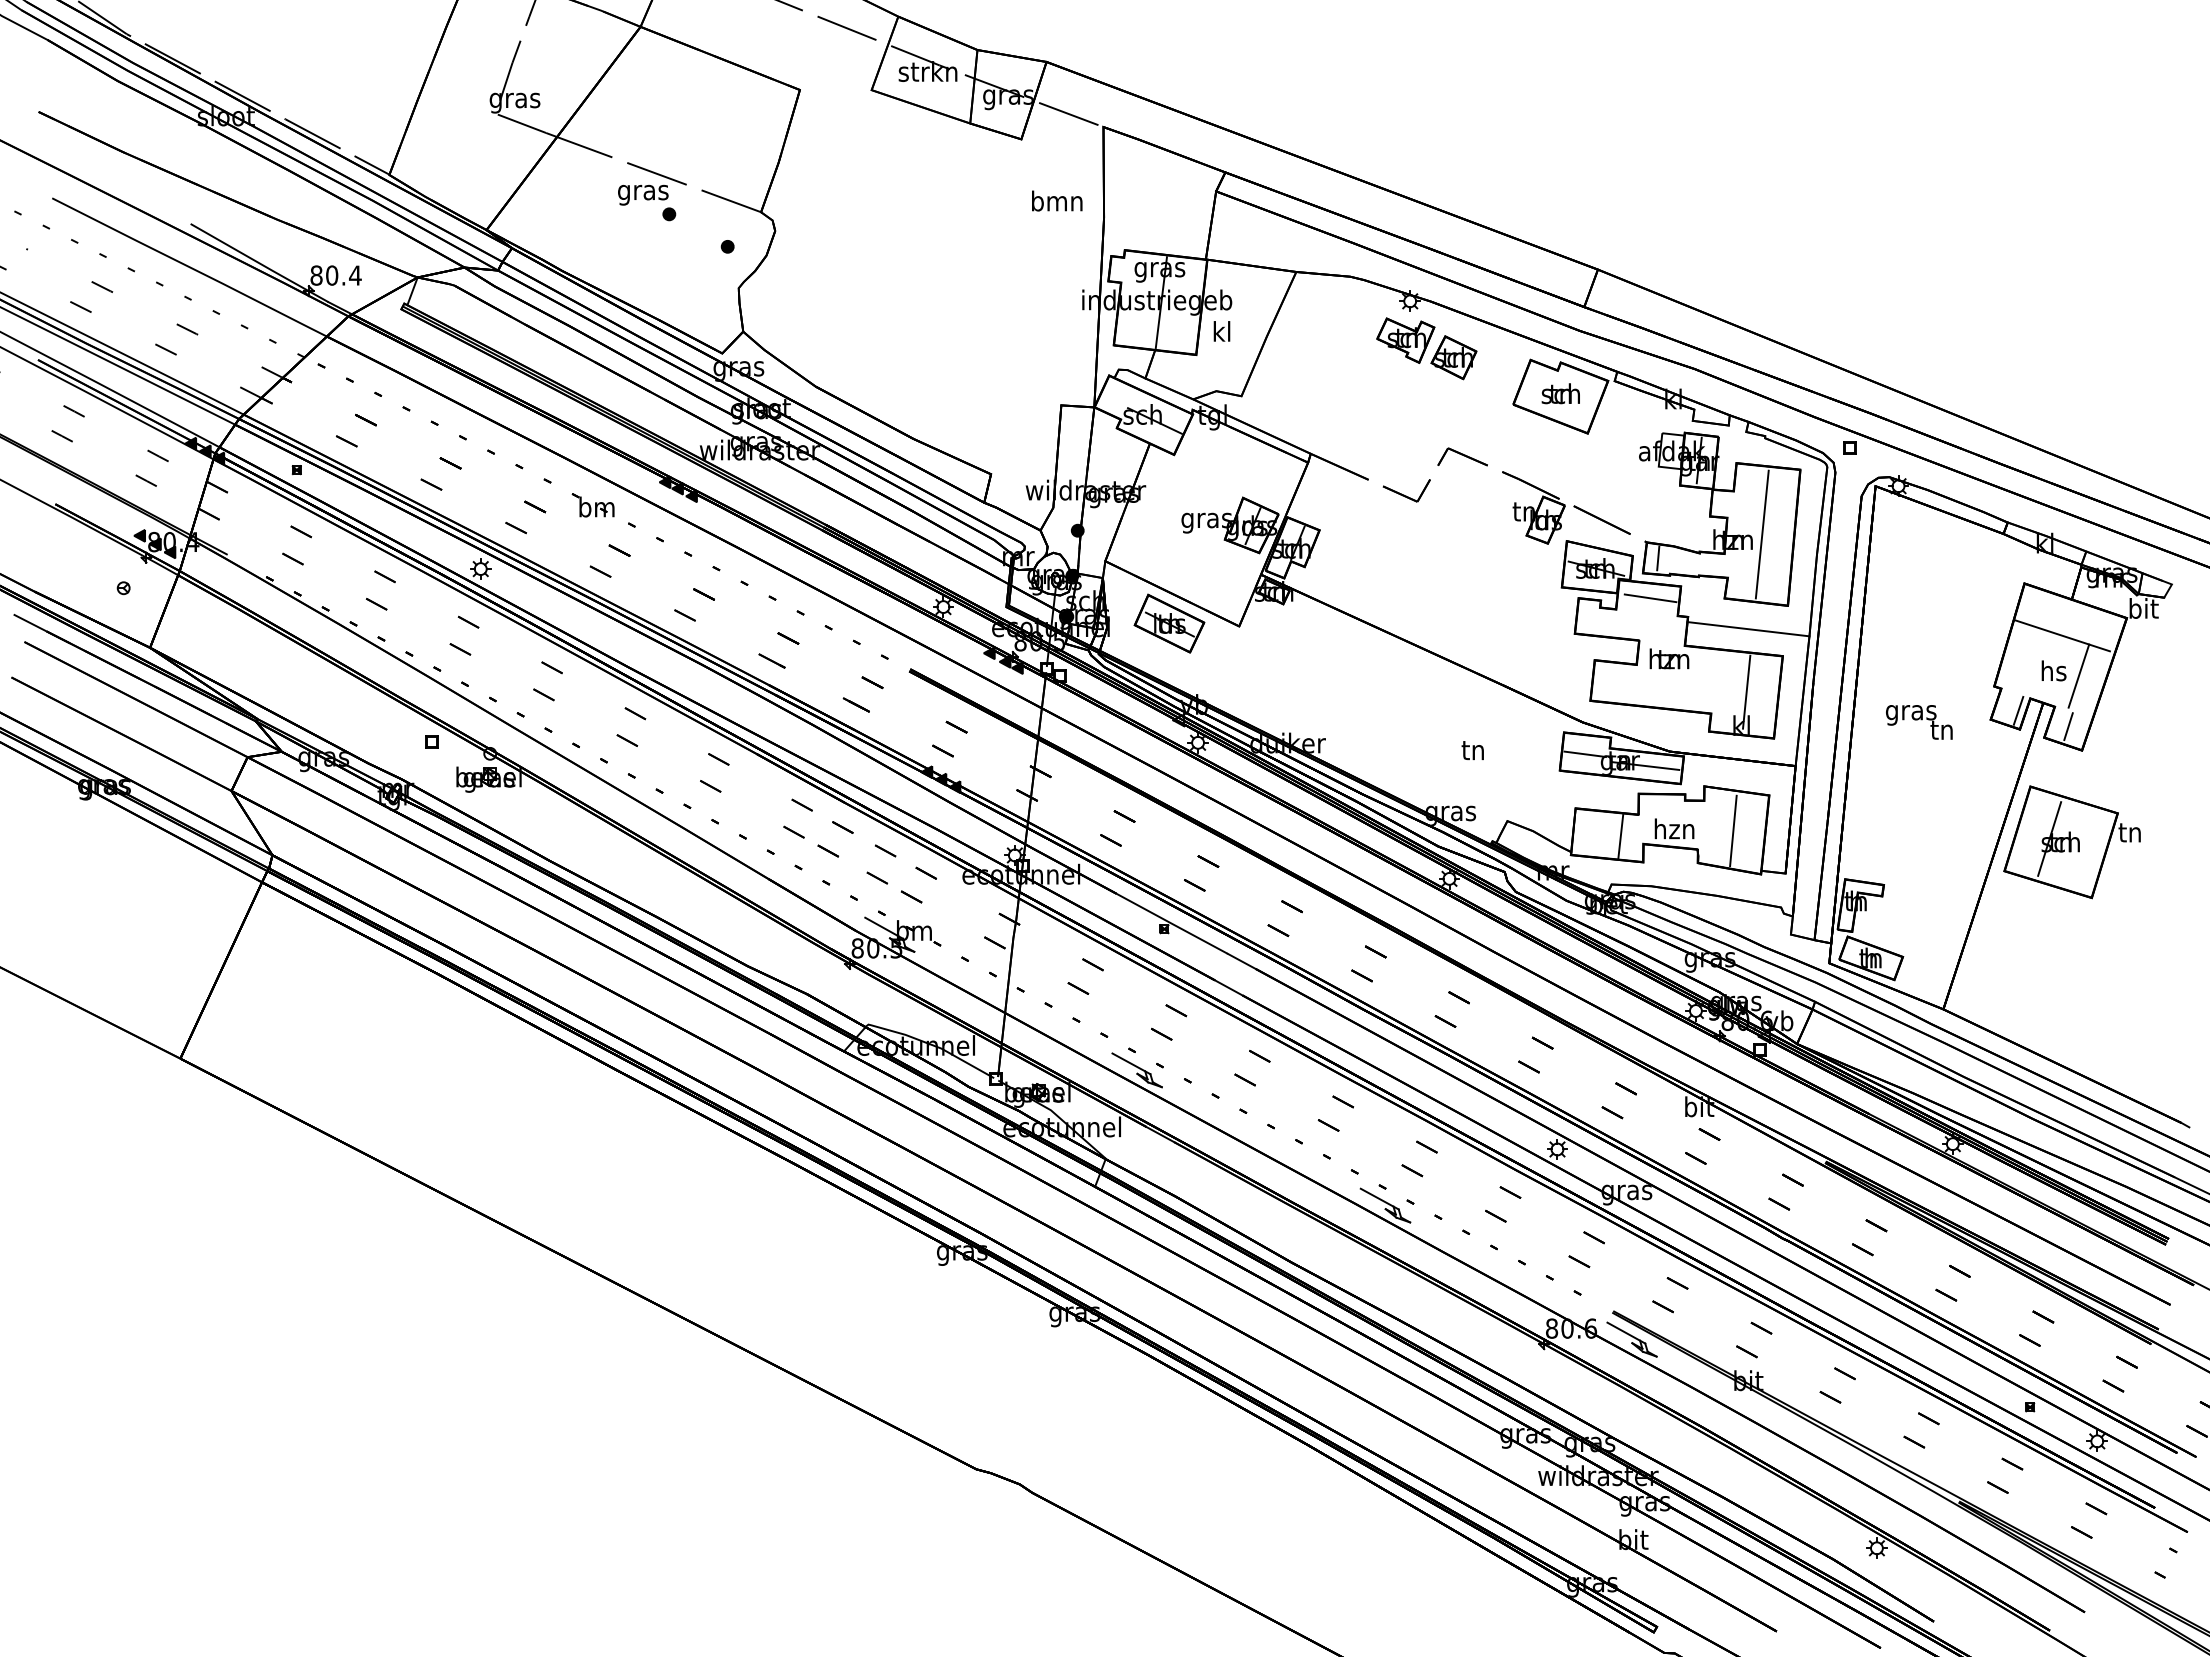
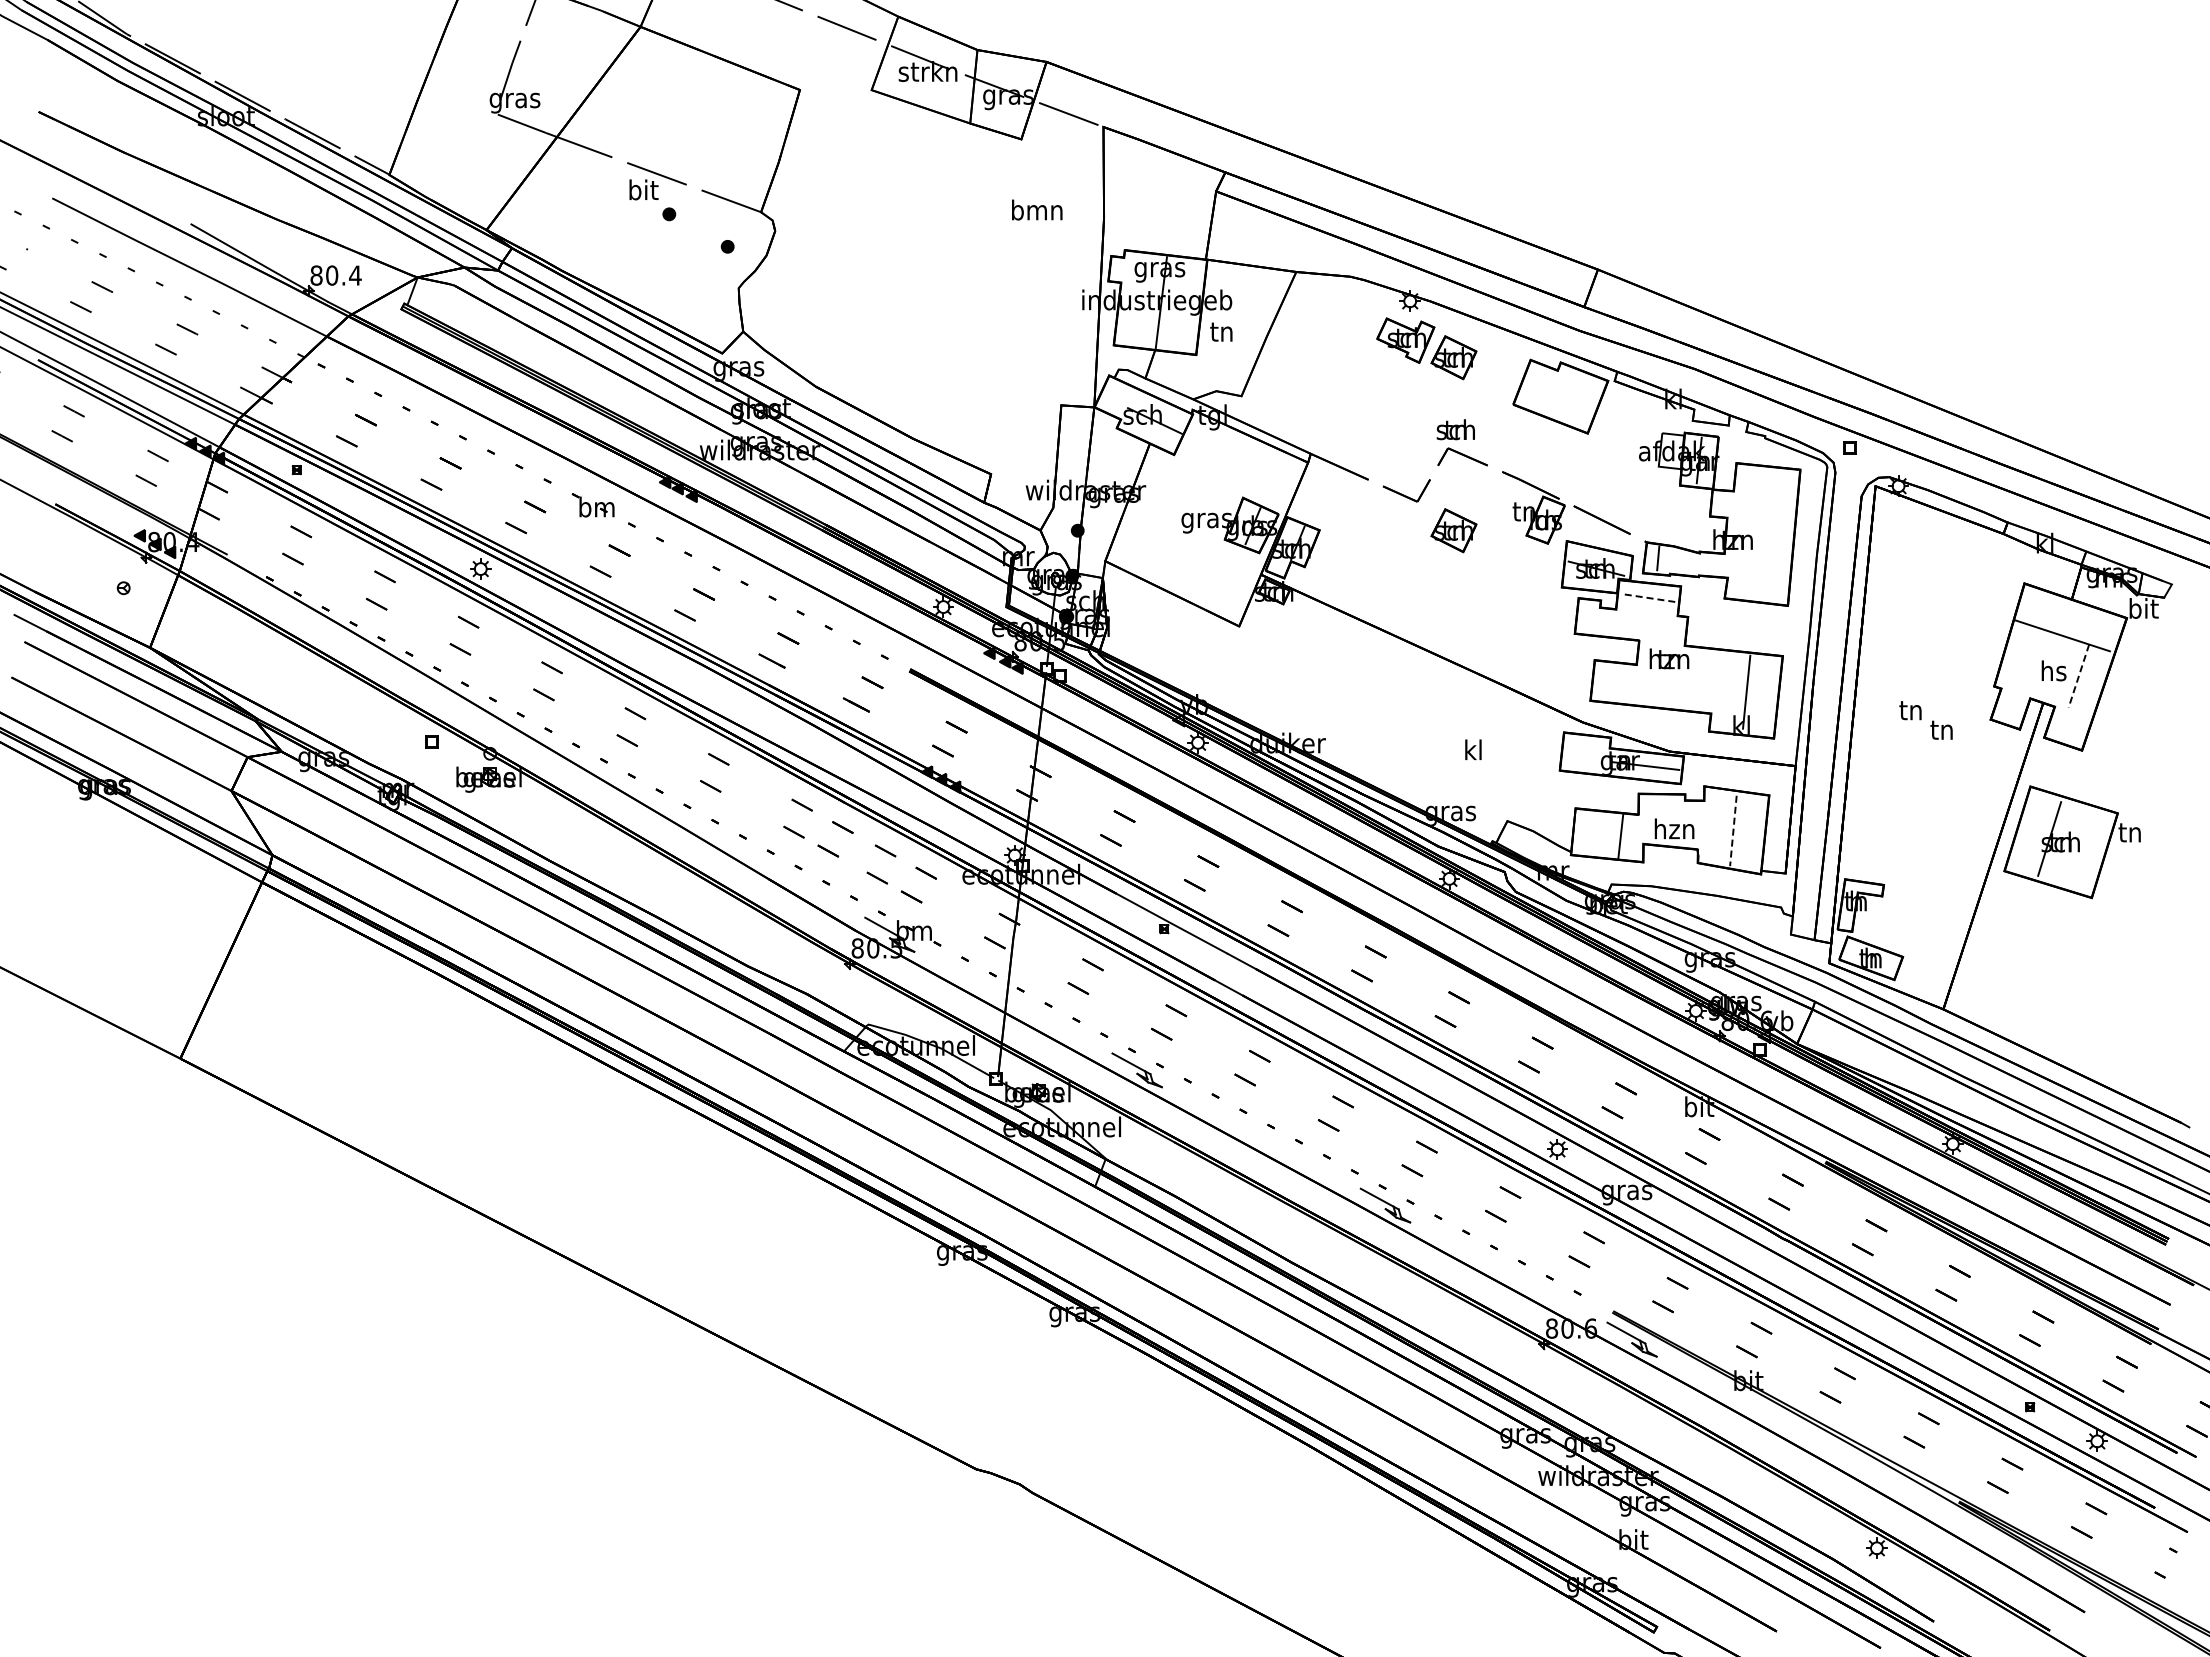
text at (643, 192): gras -> bit
text at (1057, 200) position: (1057, 200) -> (1037, 209)
text at (1221, 331): kl -> tn
text at (1560, 393) position: (1560, 393) -> (1455, 429)
part at (1453, 530): none -> present
line at (1761, 534): present -> none
line at (1651, 598): solid -> dashed
part at (1169, 623): present -> none
line at (1748, 629): present -> none
line at (2078, 676): solid -> dashed
line at (2018, 710): present -> none
text at (1911, 713): gras -> tn
line at (2068, 726): present -> none
text at (1472, 749): tn -> kl
line at (1584, 754): present -> none
line at (1733, 831): solid -> dashed
